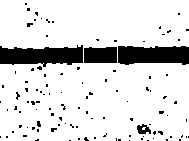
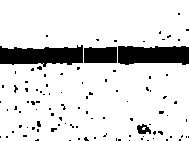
part at (39, 14): present -> none
part at (164, 30) position: (164, 30) -> (164, 35)
part at (17, 95) position: (17, 95) -> (15, 88)
